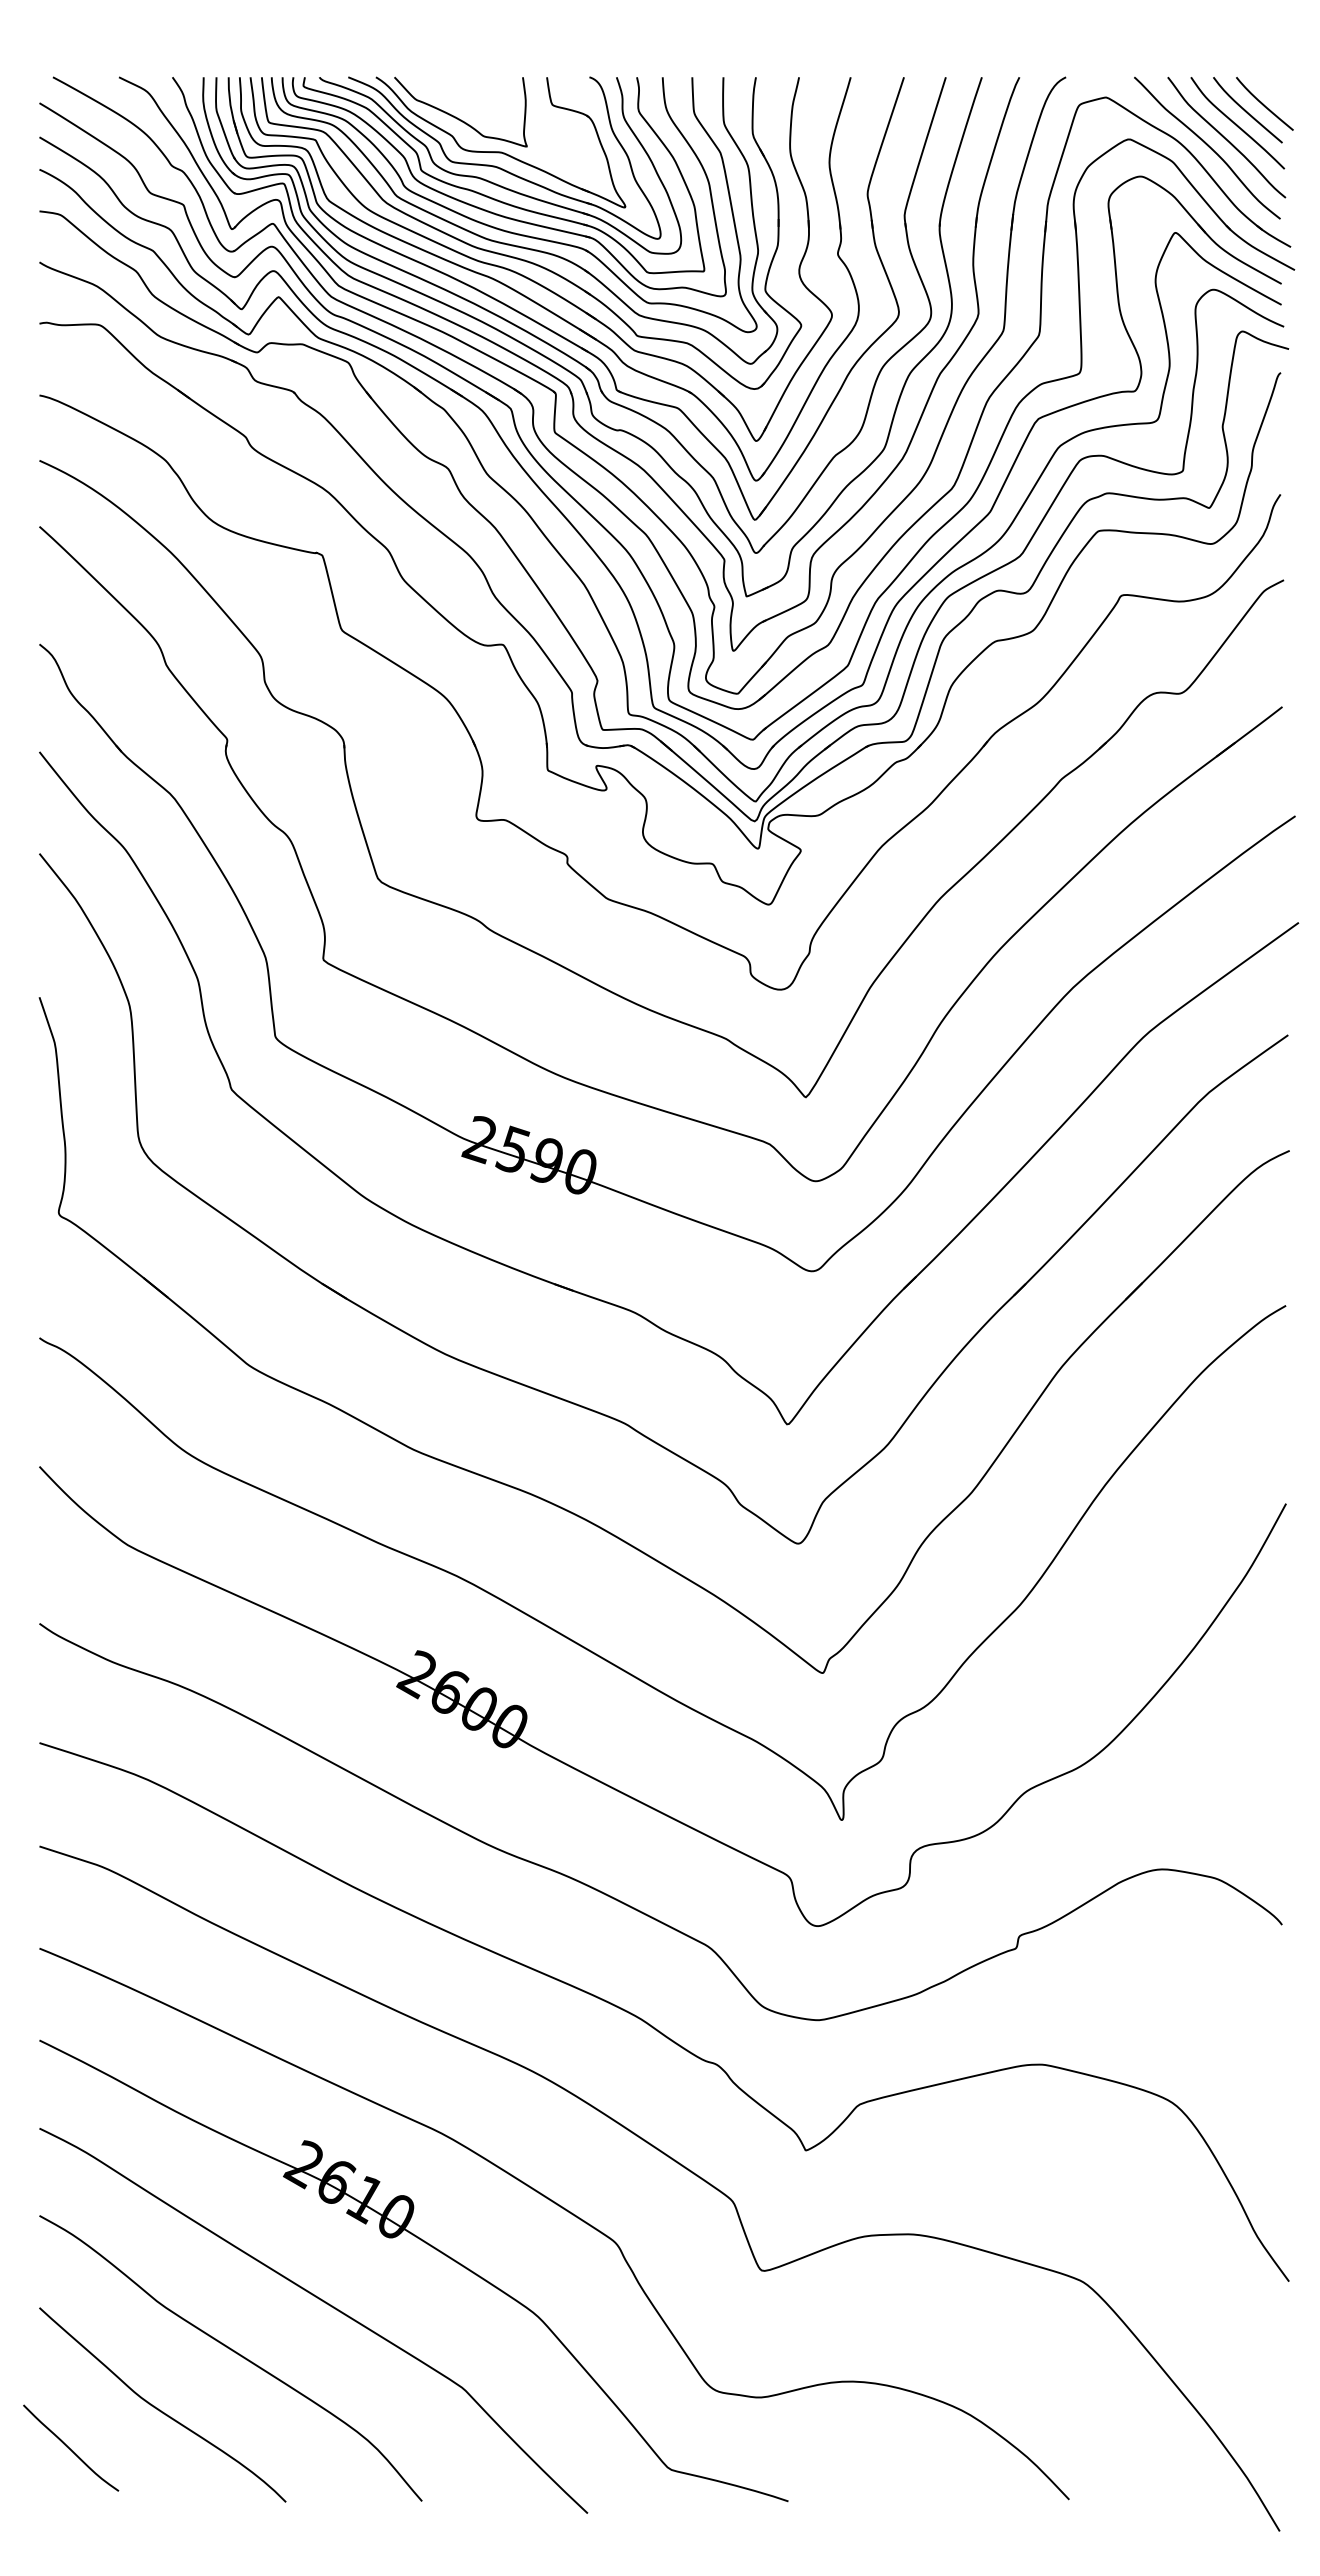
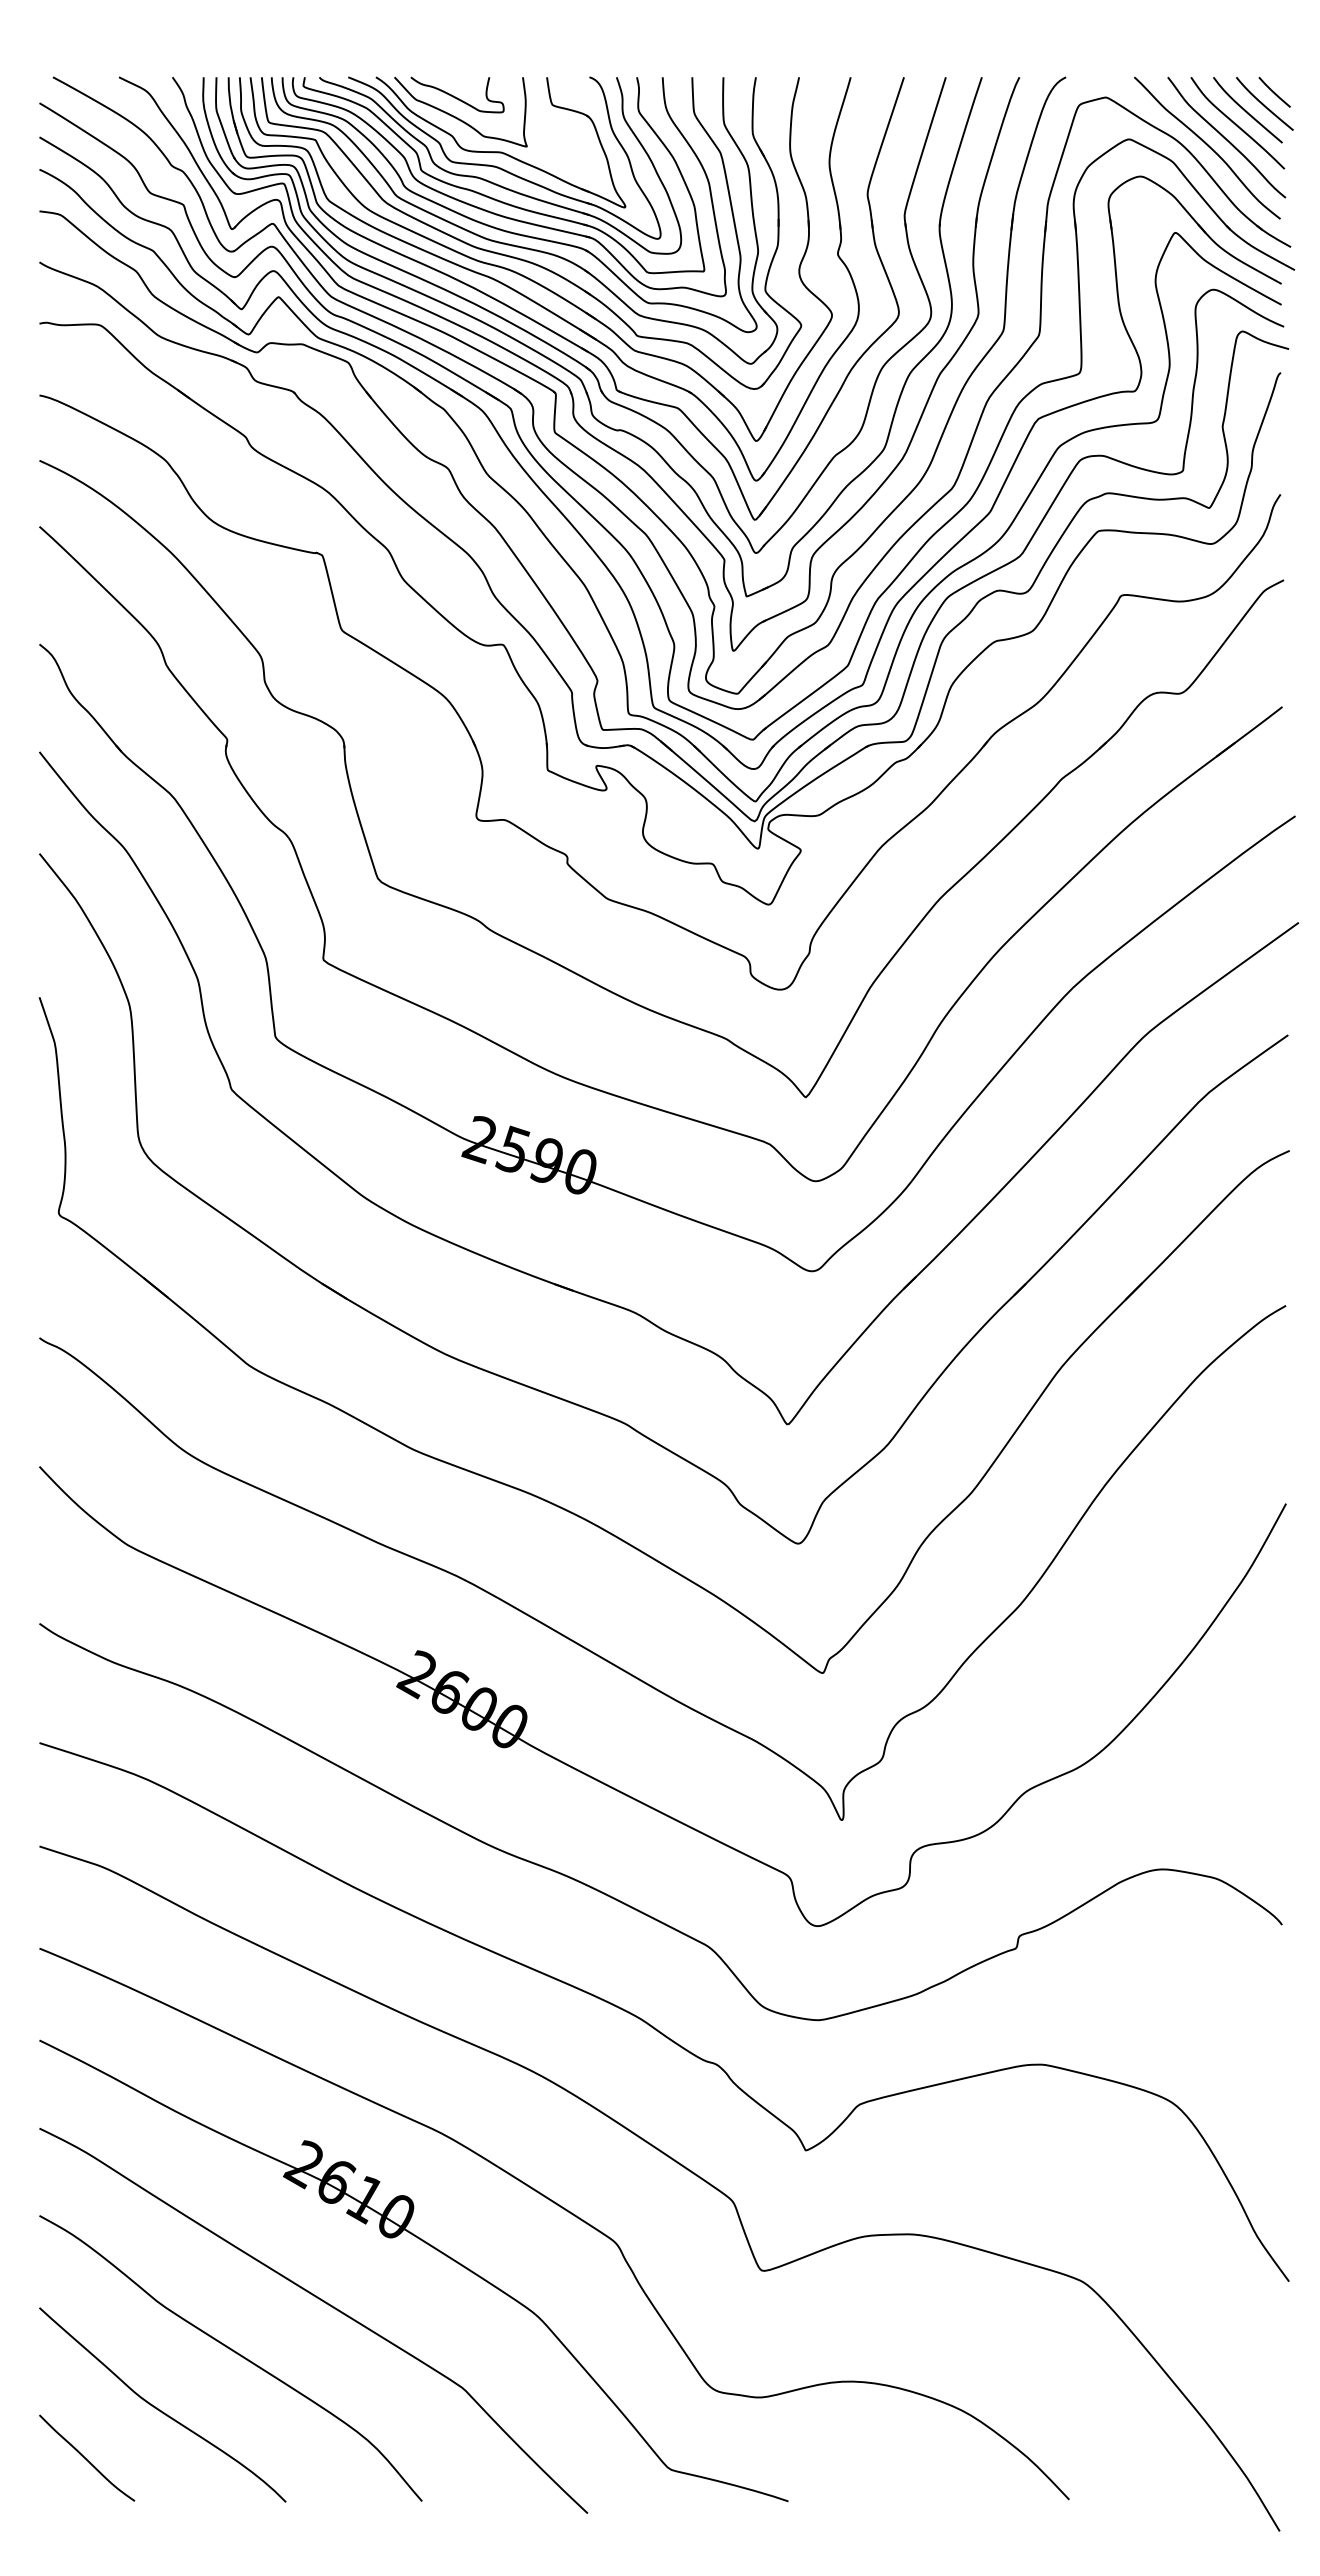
line at (1274, 92): none -> present
curve at (455, 96): none -> present
curve at (70, 2448) position: (70, 2448) -> (86, 2458)
